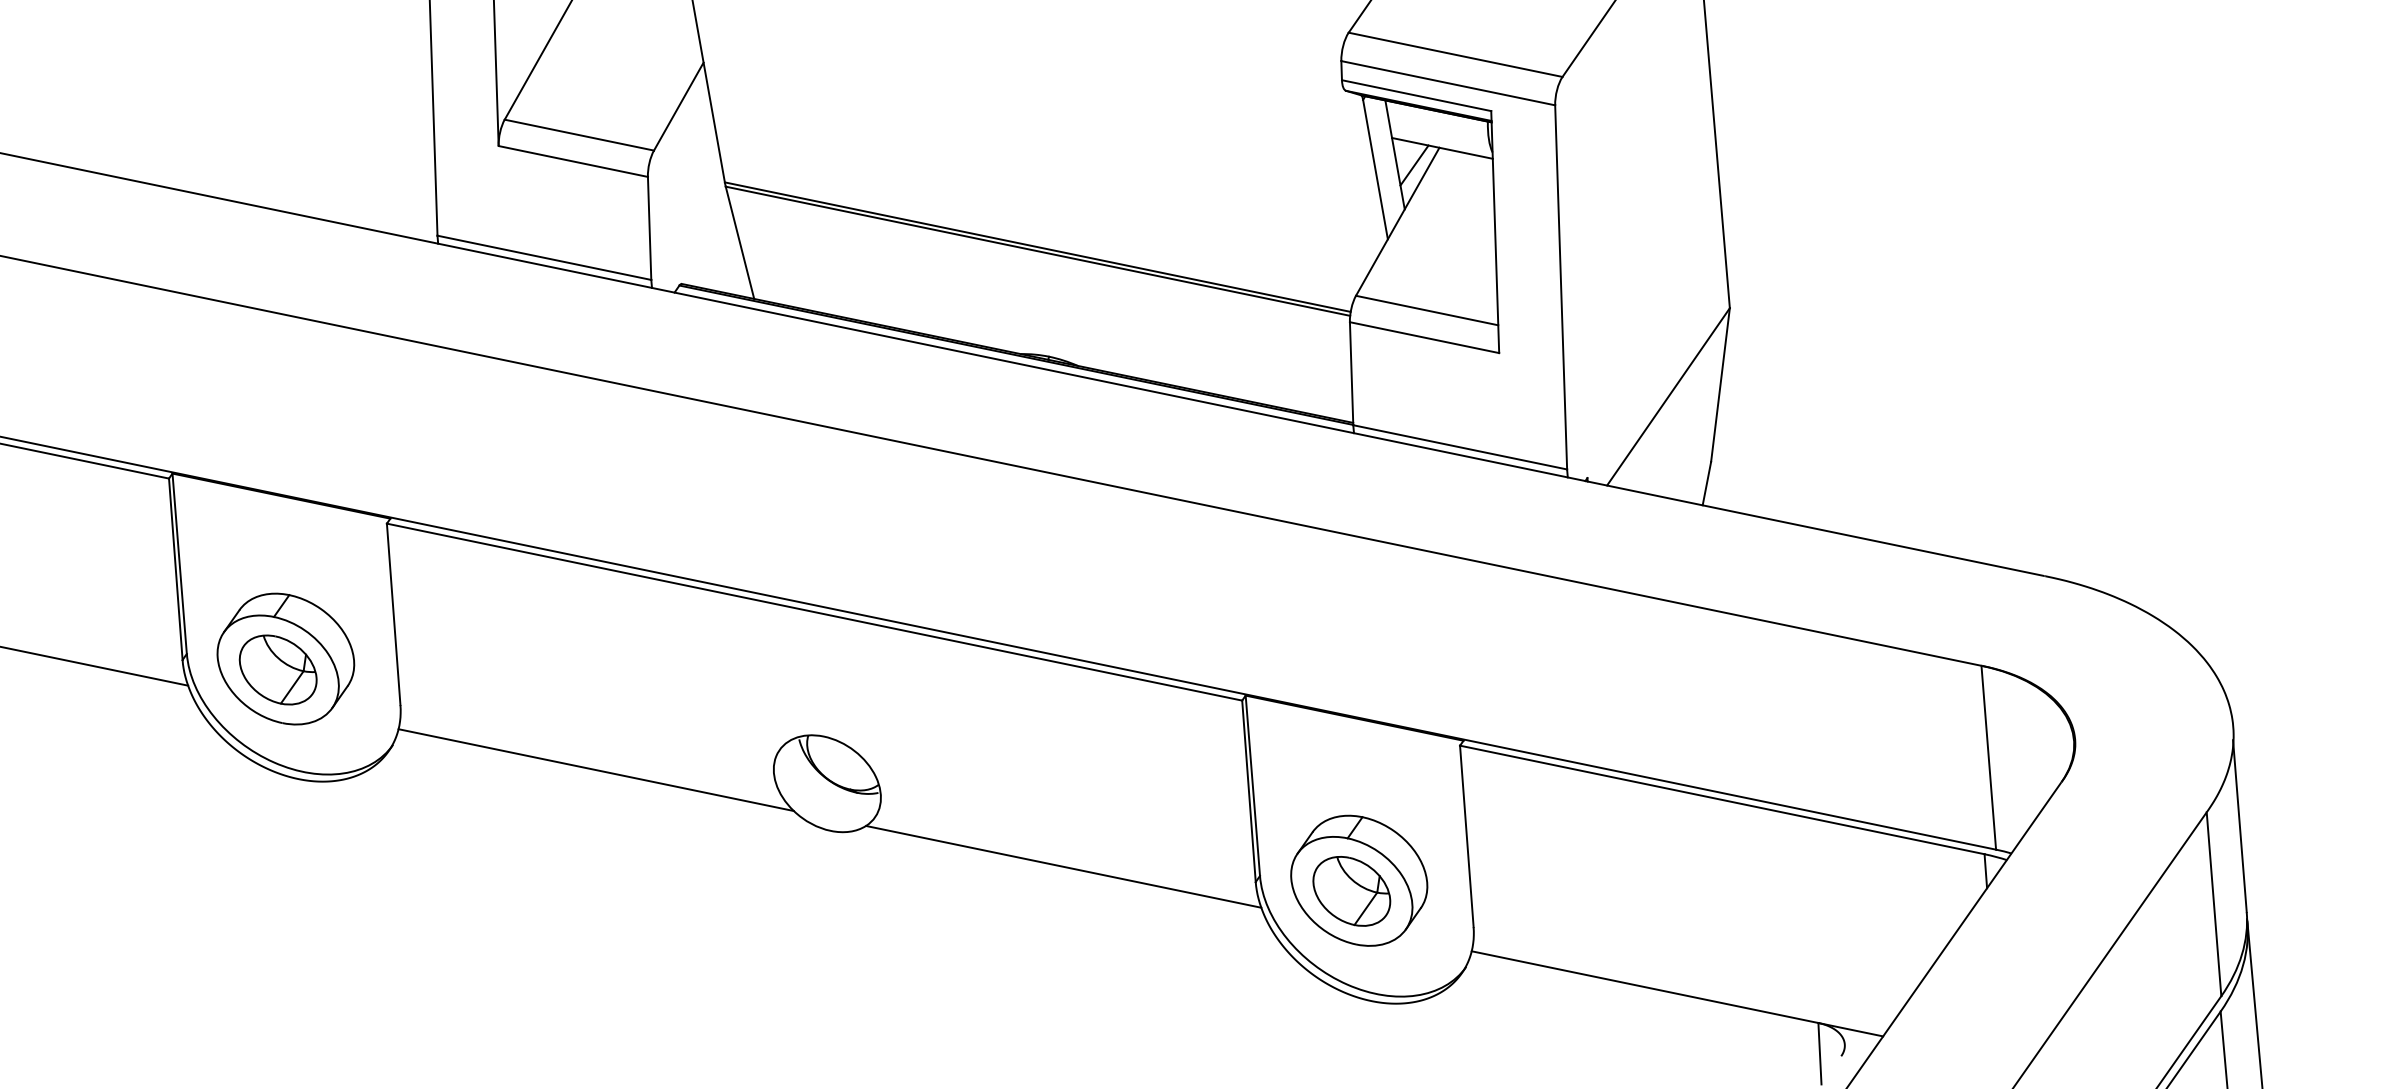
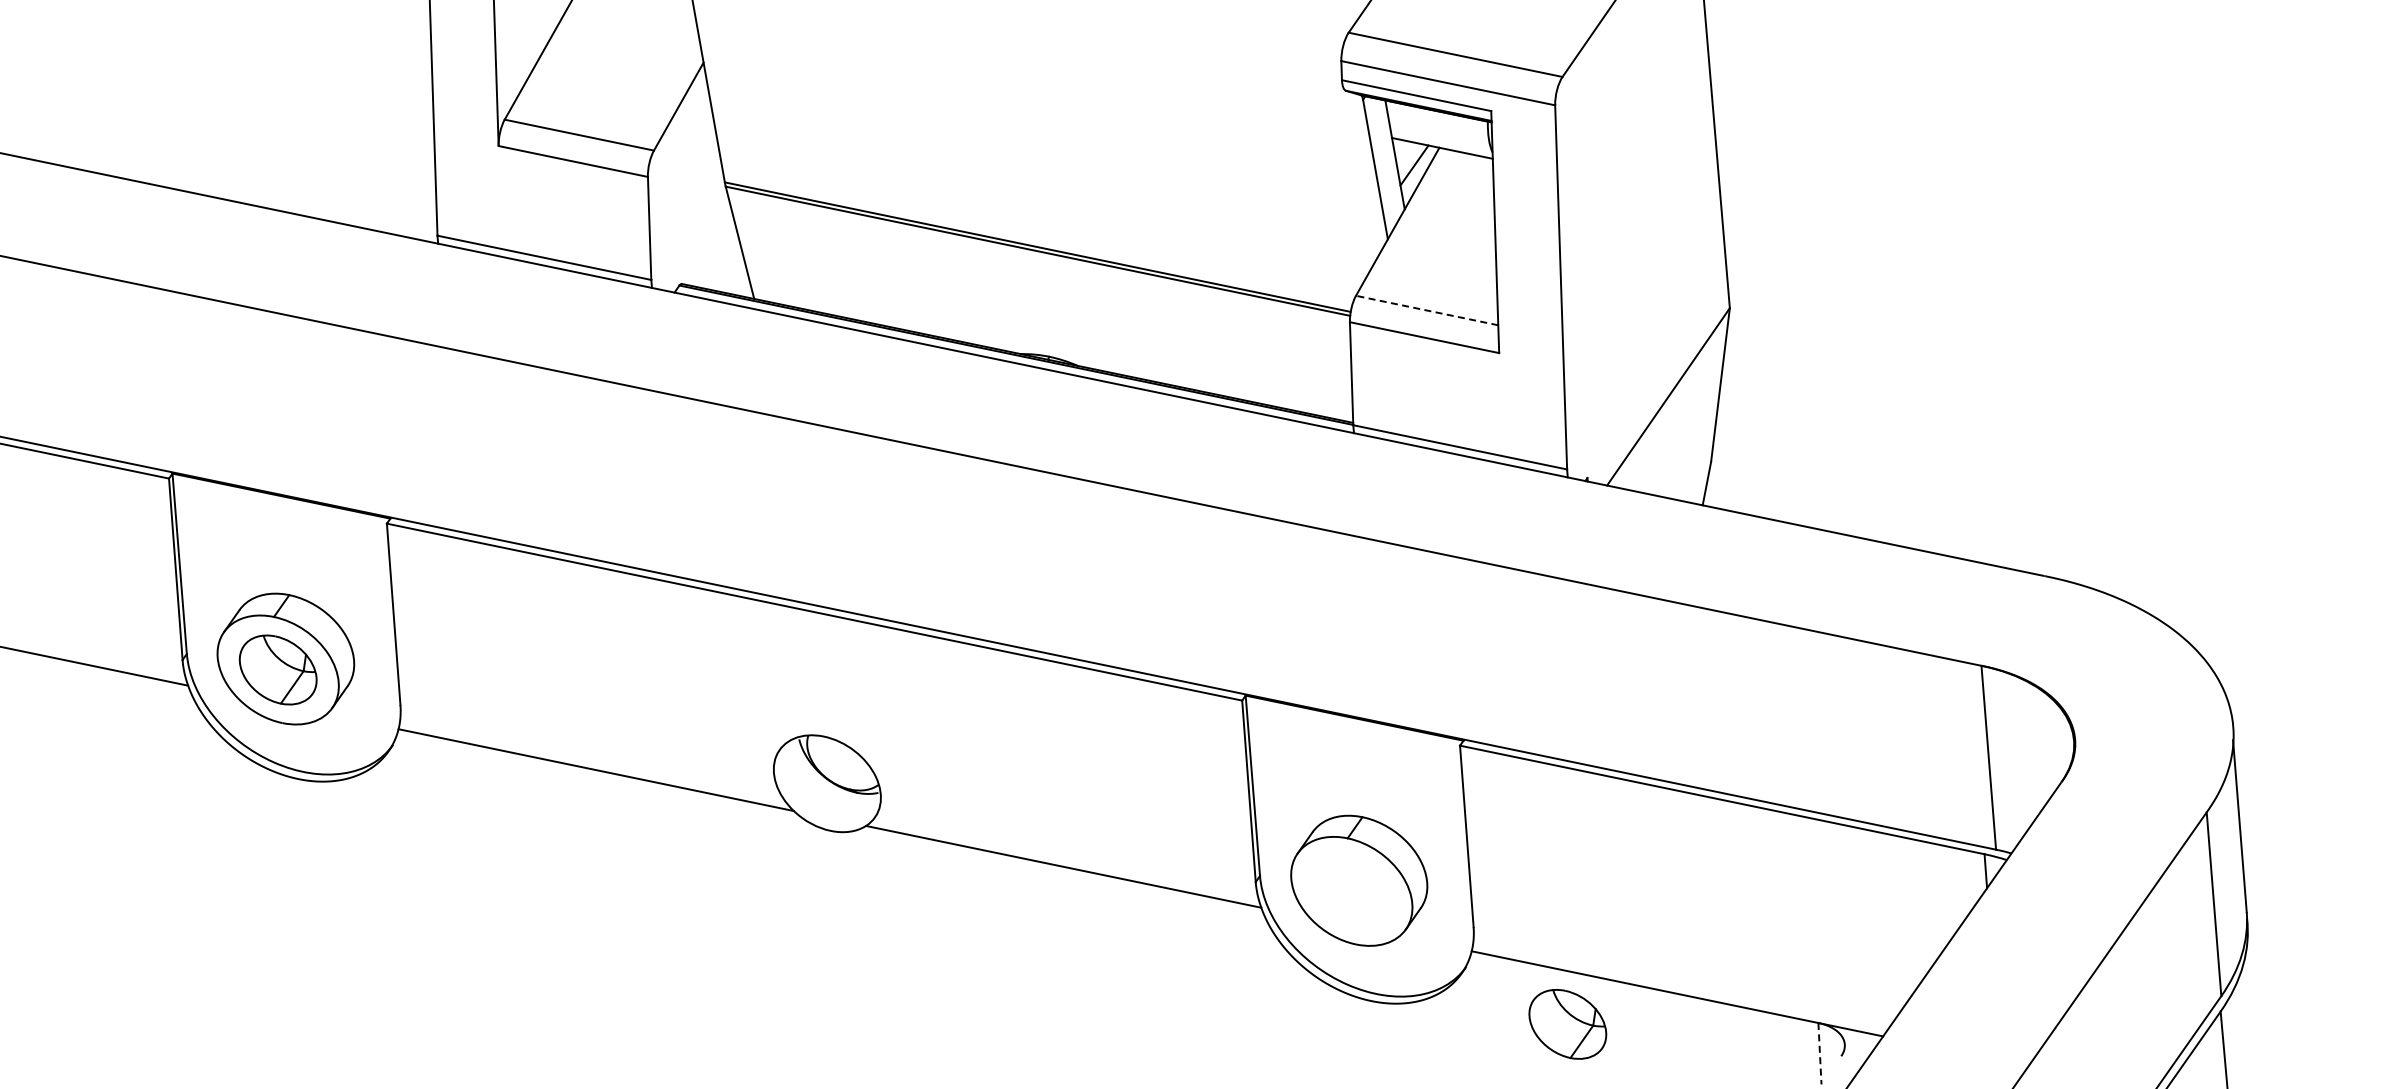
line at (1427, 310): solid -> dashed
part at (1351, 891) position: (1351, 891) -> (1567, 1024)
line at (2254, 1003): present -> none
line at (1819, 1053): solid -> dashed
